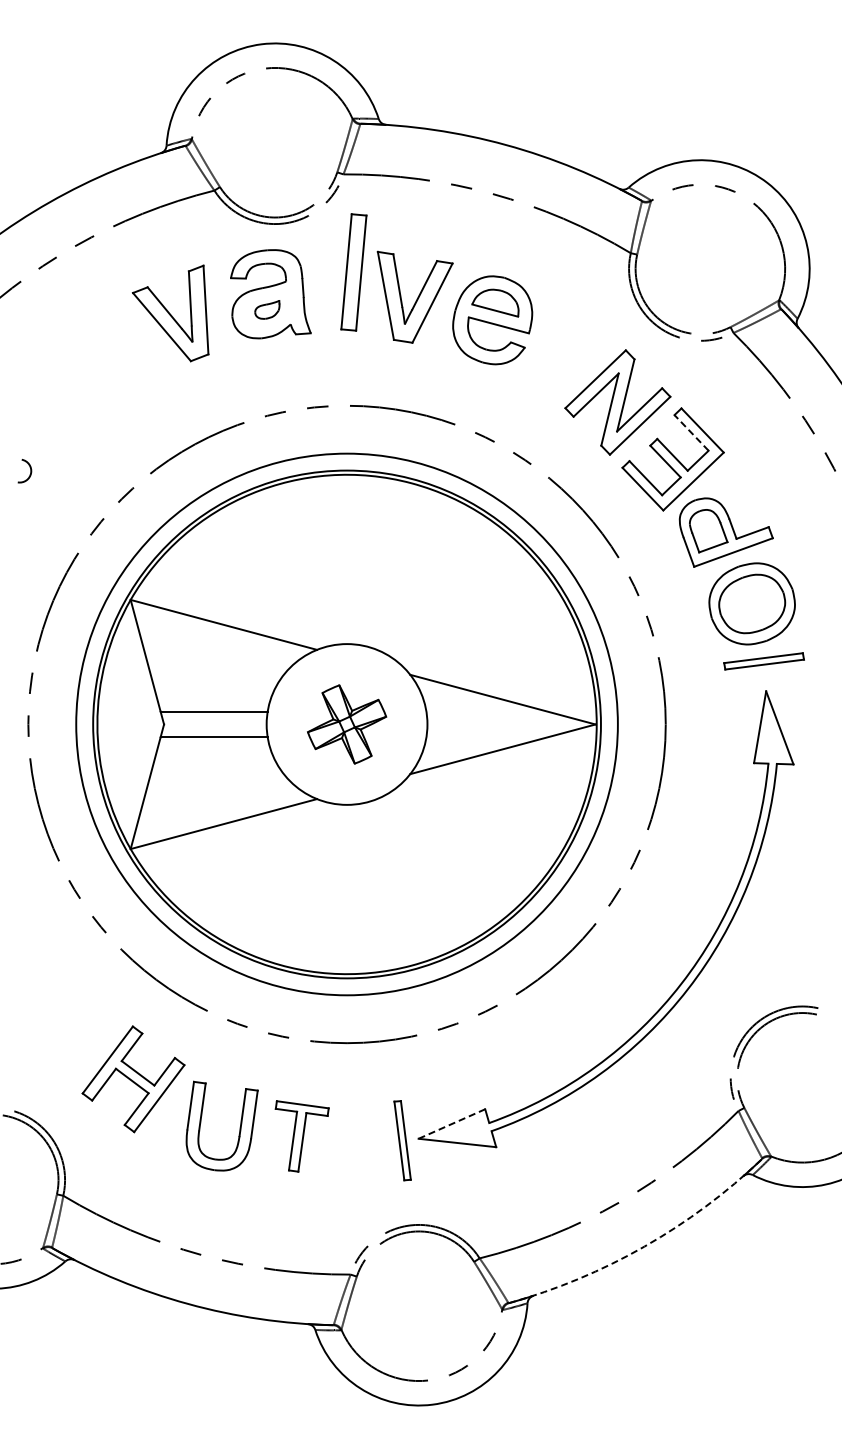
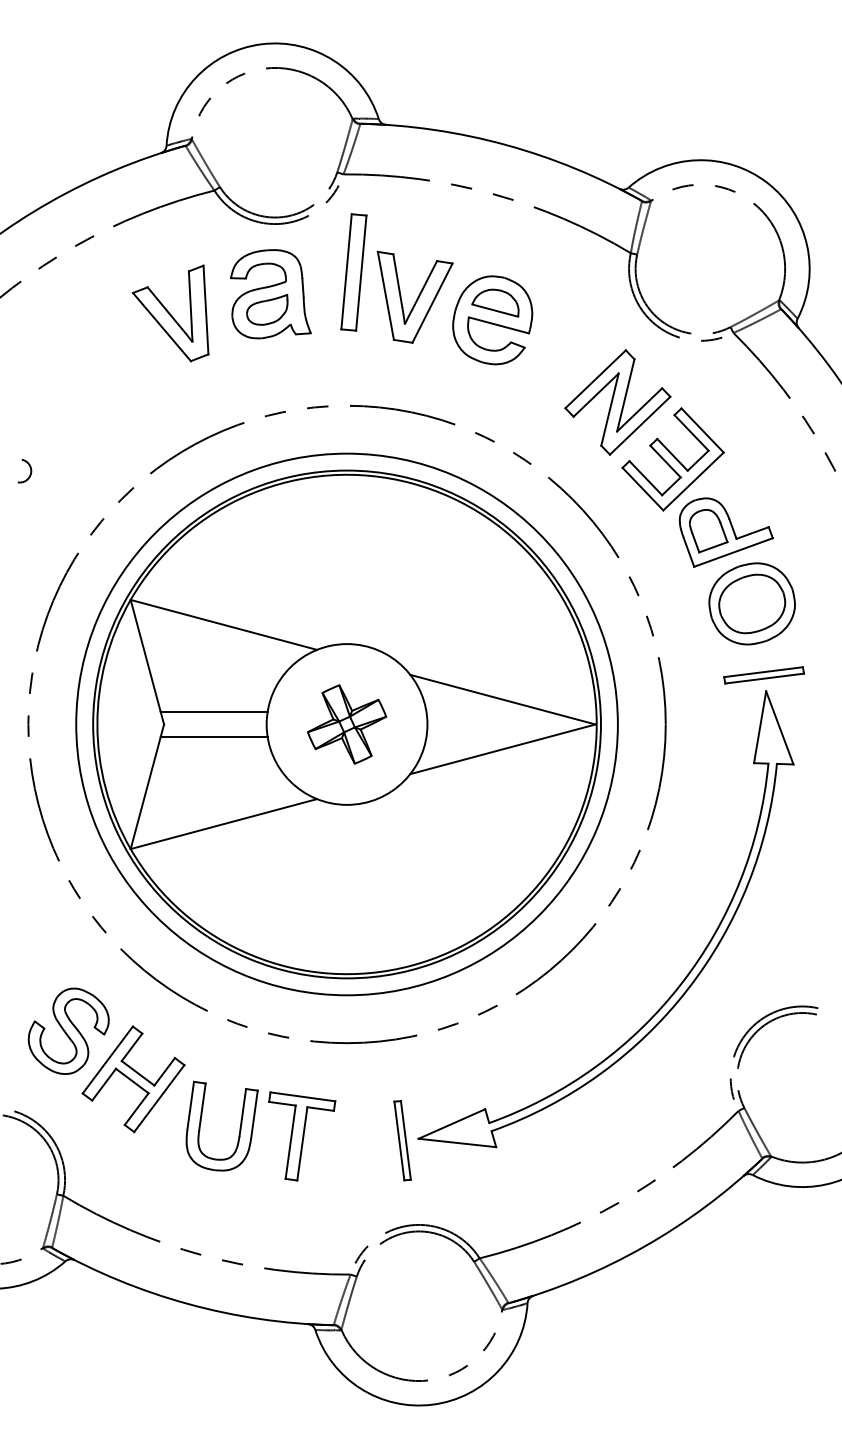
part at (267, 309) size: 27x20 px -> 43x32 px
line at (691, 432): dashed -> solid
part at (763, 661) position: (763, 661) -> (763, 675)
part at (68, 1030): none -> present
line at (452, 1123): dashed -> solid
part at (301, 1136) size: 56x73 px -> 69x91 px
arc at (644, 1246): dashed -> solid
